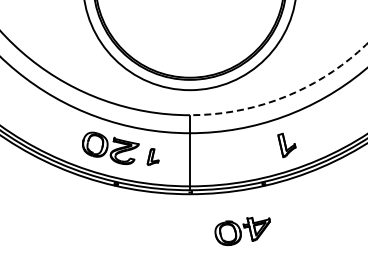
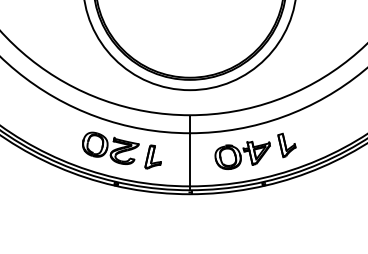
arc at (286, 96): dashed -> solid
part at (152, 156) size: 14x18 px -> 18x26 px
part at (242, 230) position: (242, 230) -> (242, 154)
